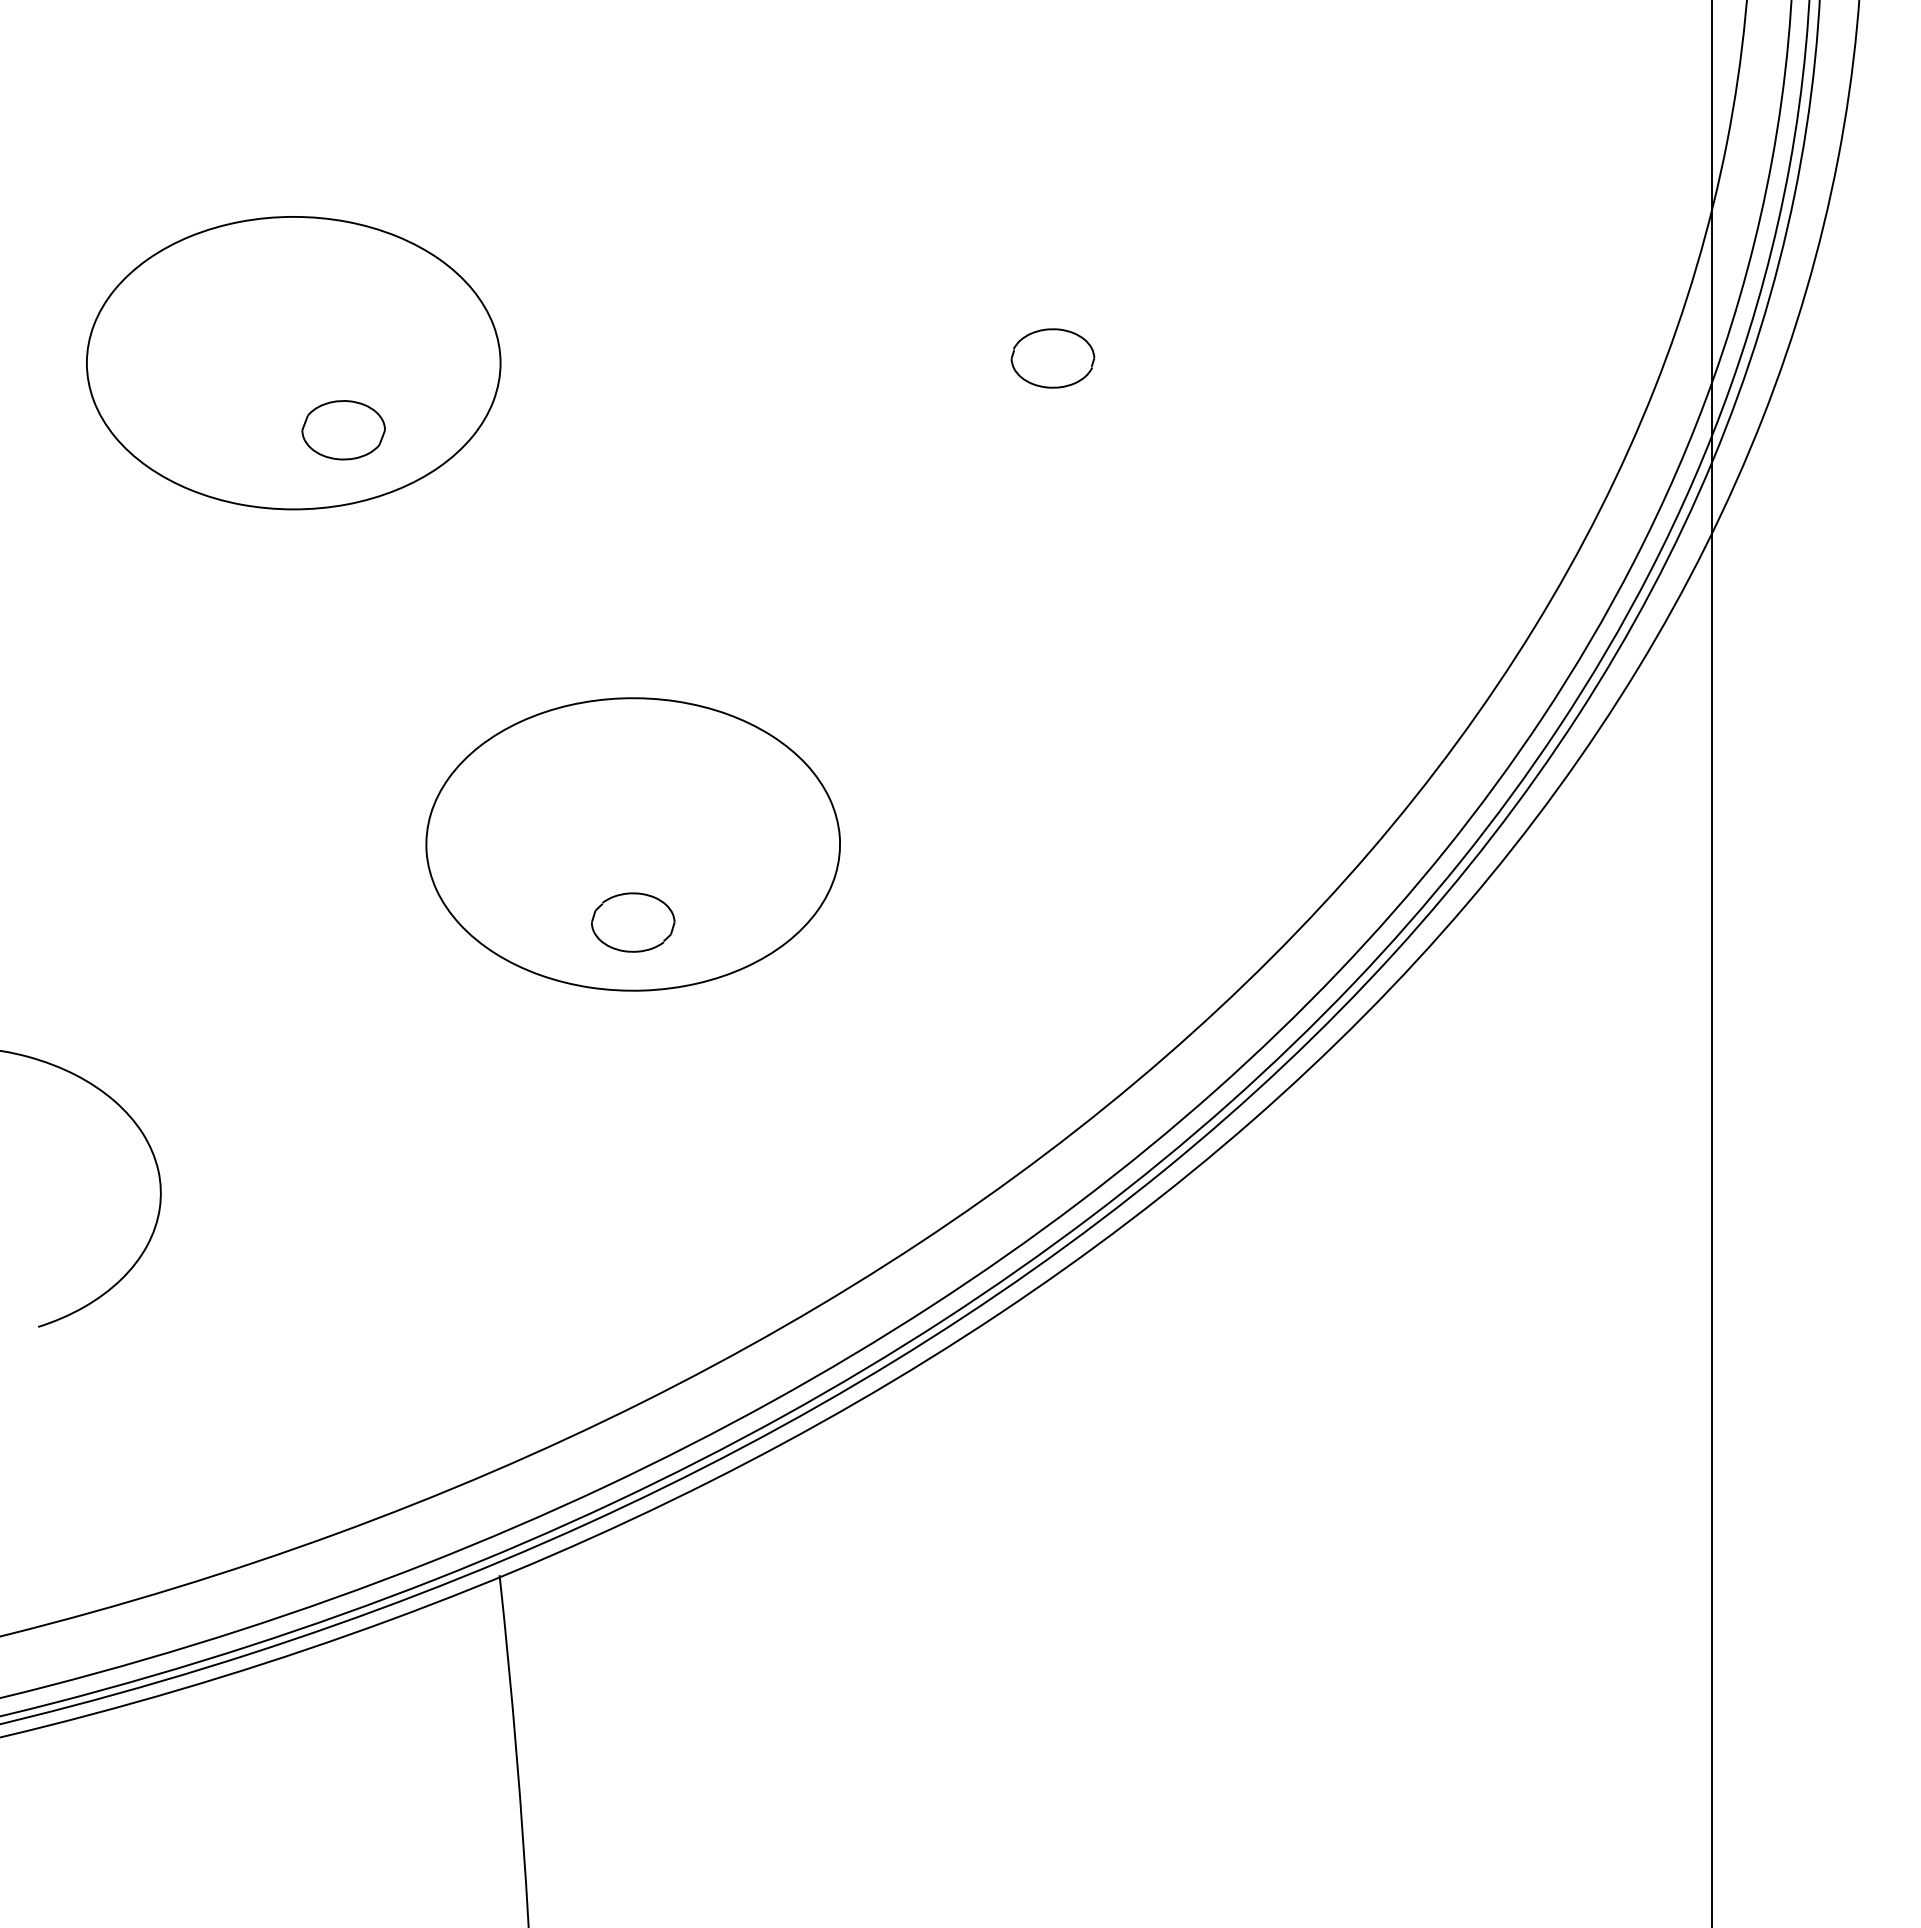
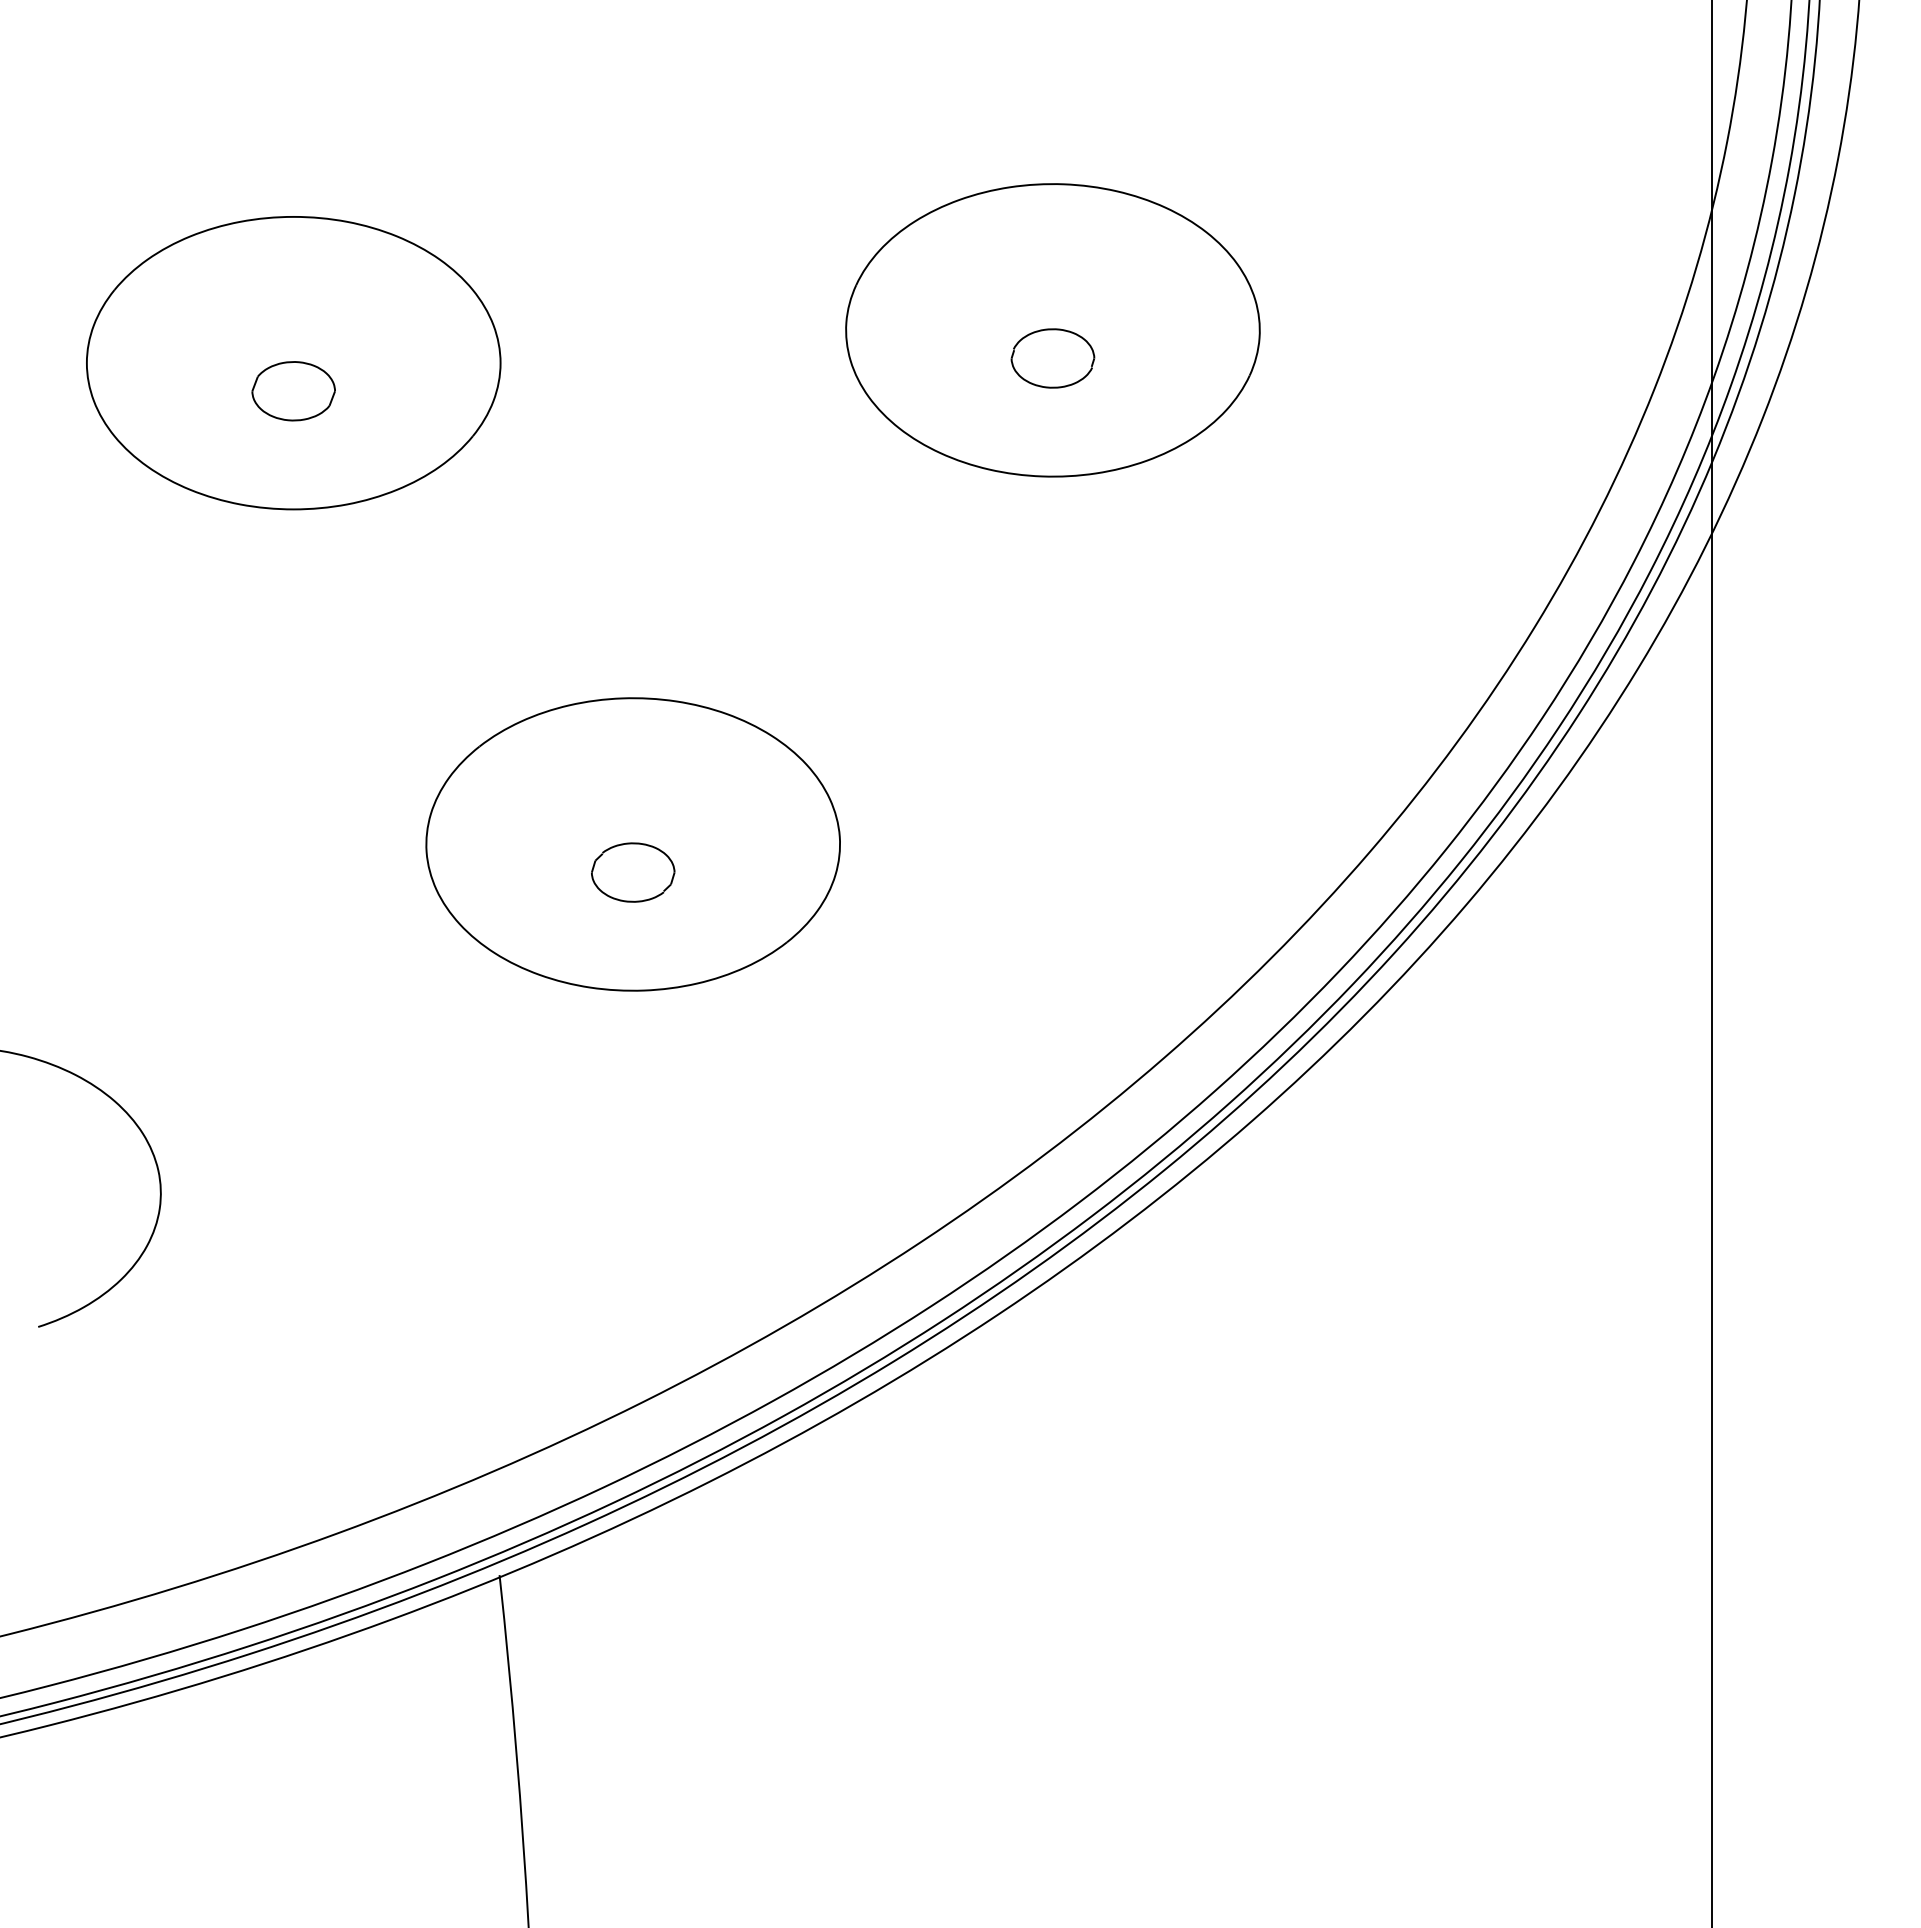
part at (1052, 330): none -> present
part at (343, 430) position: (343, 430) -> (293, 391)
part at (633, 922) position: (633, 922) -> (633, 872)
